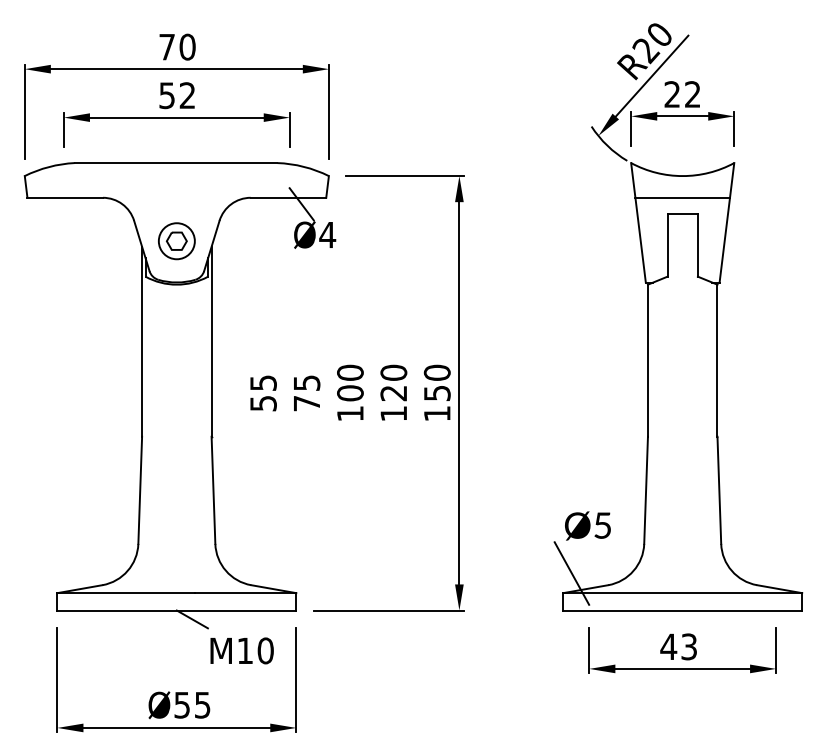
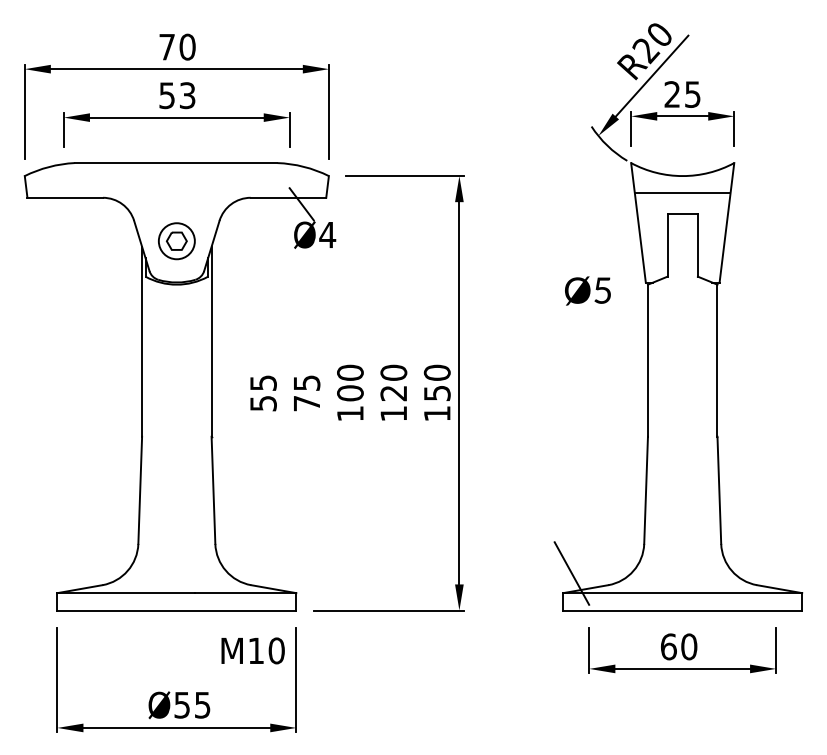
text at (692, 94): 22 -> 25
text at (187, 95): 52 -> 53
line at (682, 197) position: (682, 197) -> (682, 192)
text at (587, 525) position: (587, 525) -> (587, 290)
line at (191, 619): present -> none
text at (678, 646): 43 -> 60
text at (241, 650) position: (241, 650) -> (252, 650)
